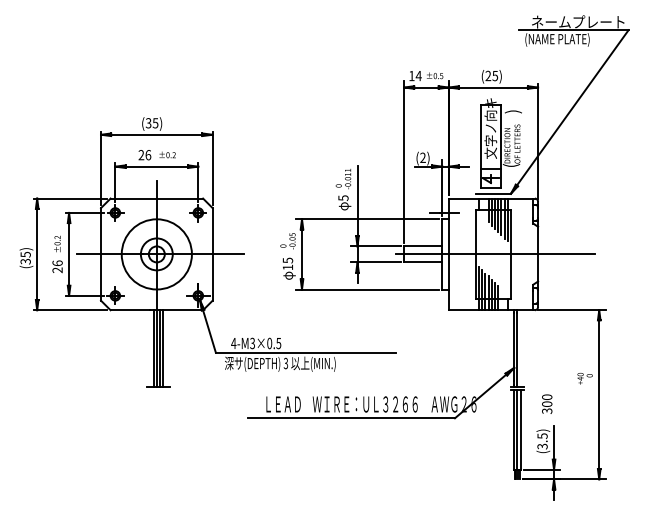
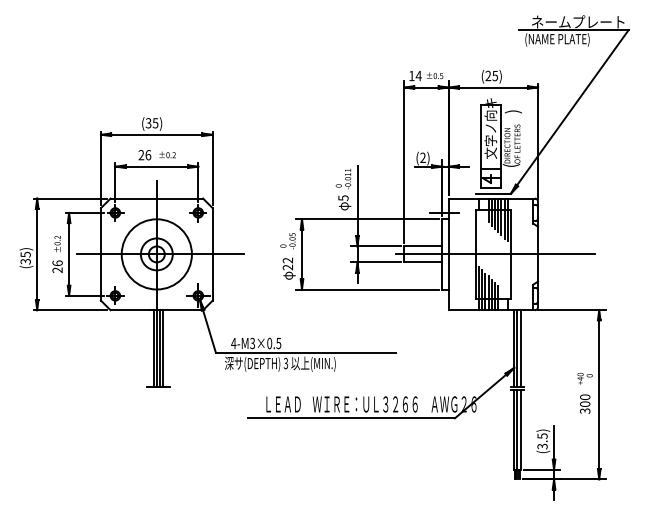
text at (287, 263): 15 -> 22
line at (520, 348): none -> present
text at (547, 403) position: (547, 403) -> (585, 403)
